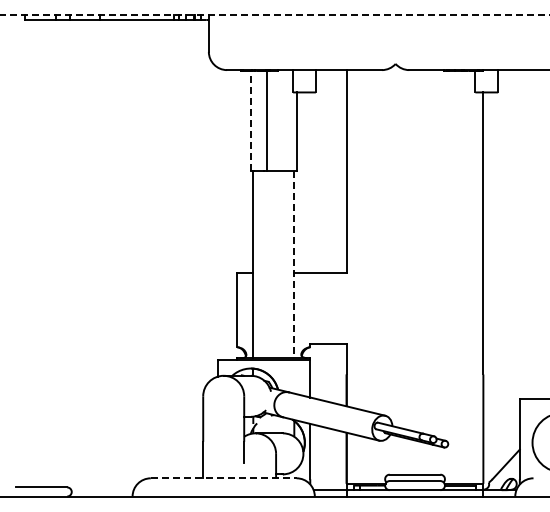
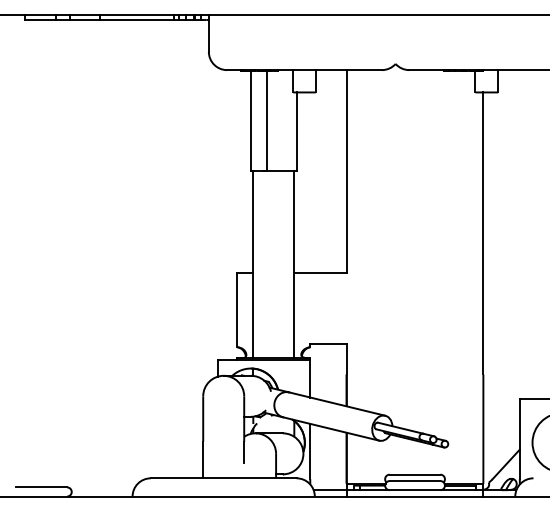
line at (274, 15): dashed -> solid
line at (251, 120): dashed -> solid
line at (294, 265): dashed -> solid
line at (223, 478): dashed -> solid
